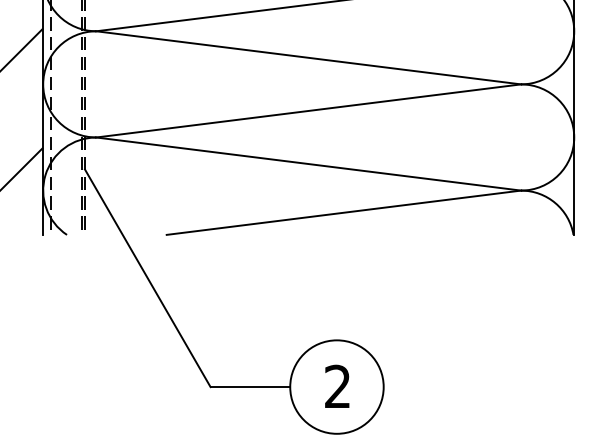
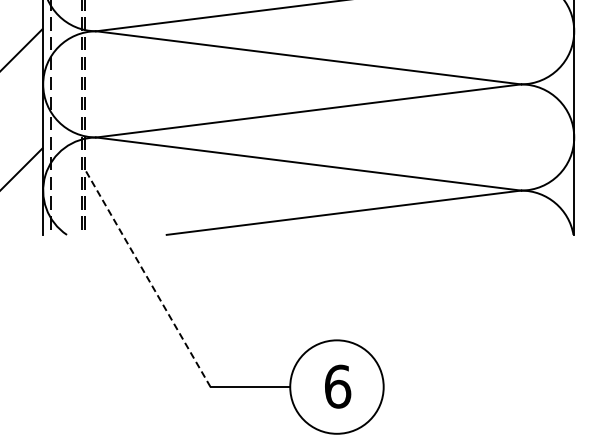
line at (147, 278): solid -> dashed
text at (338, 386): 2 -> 6
